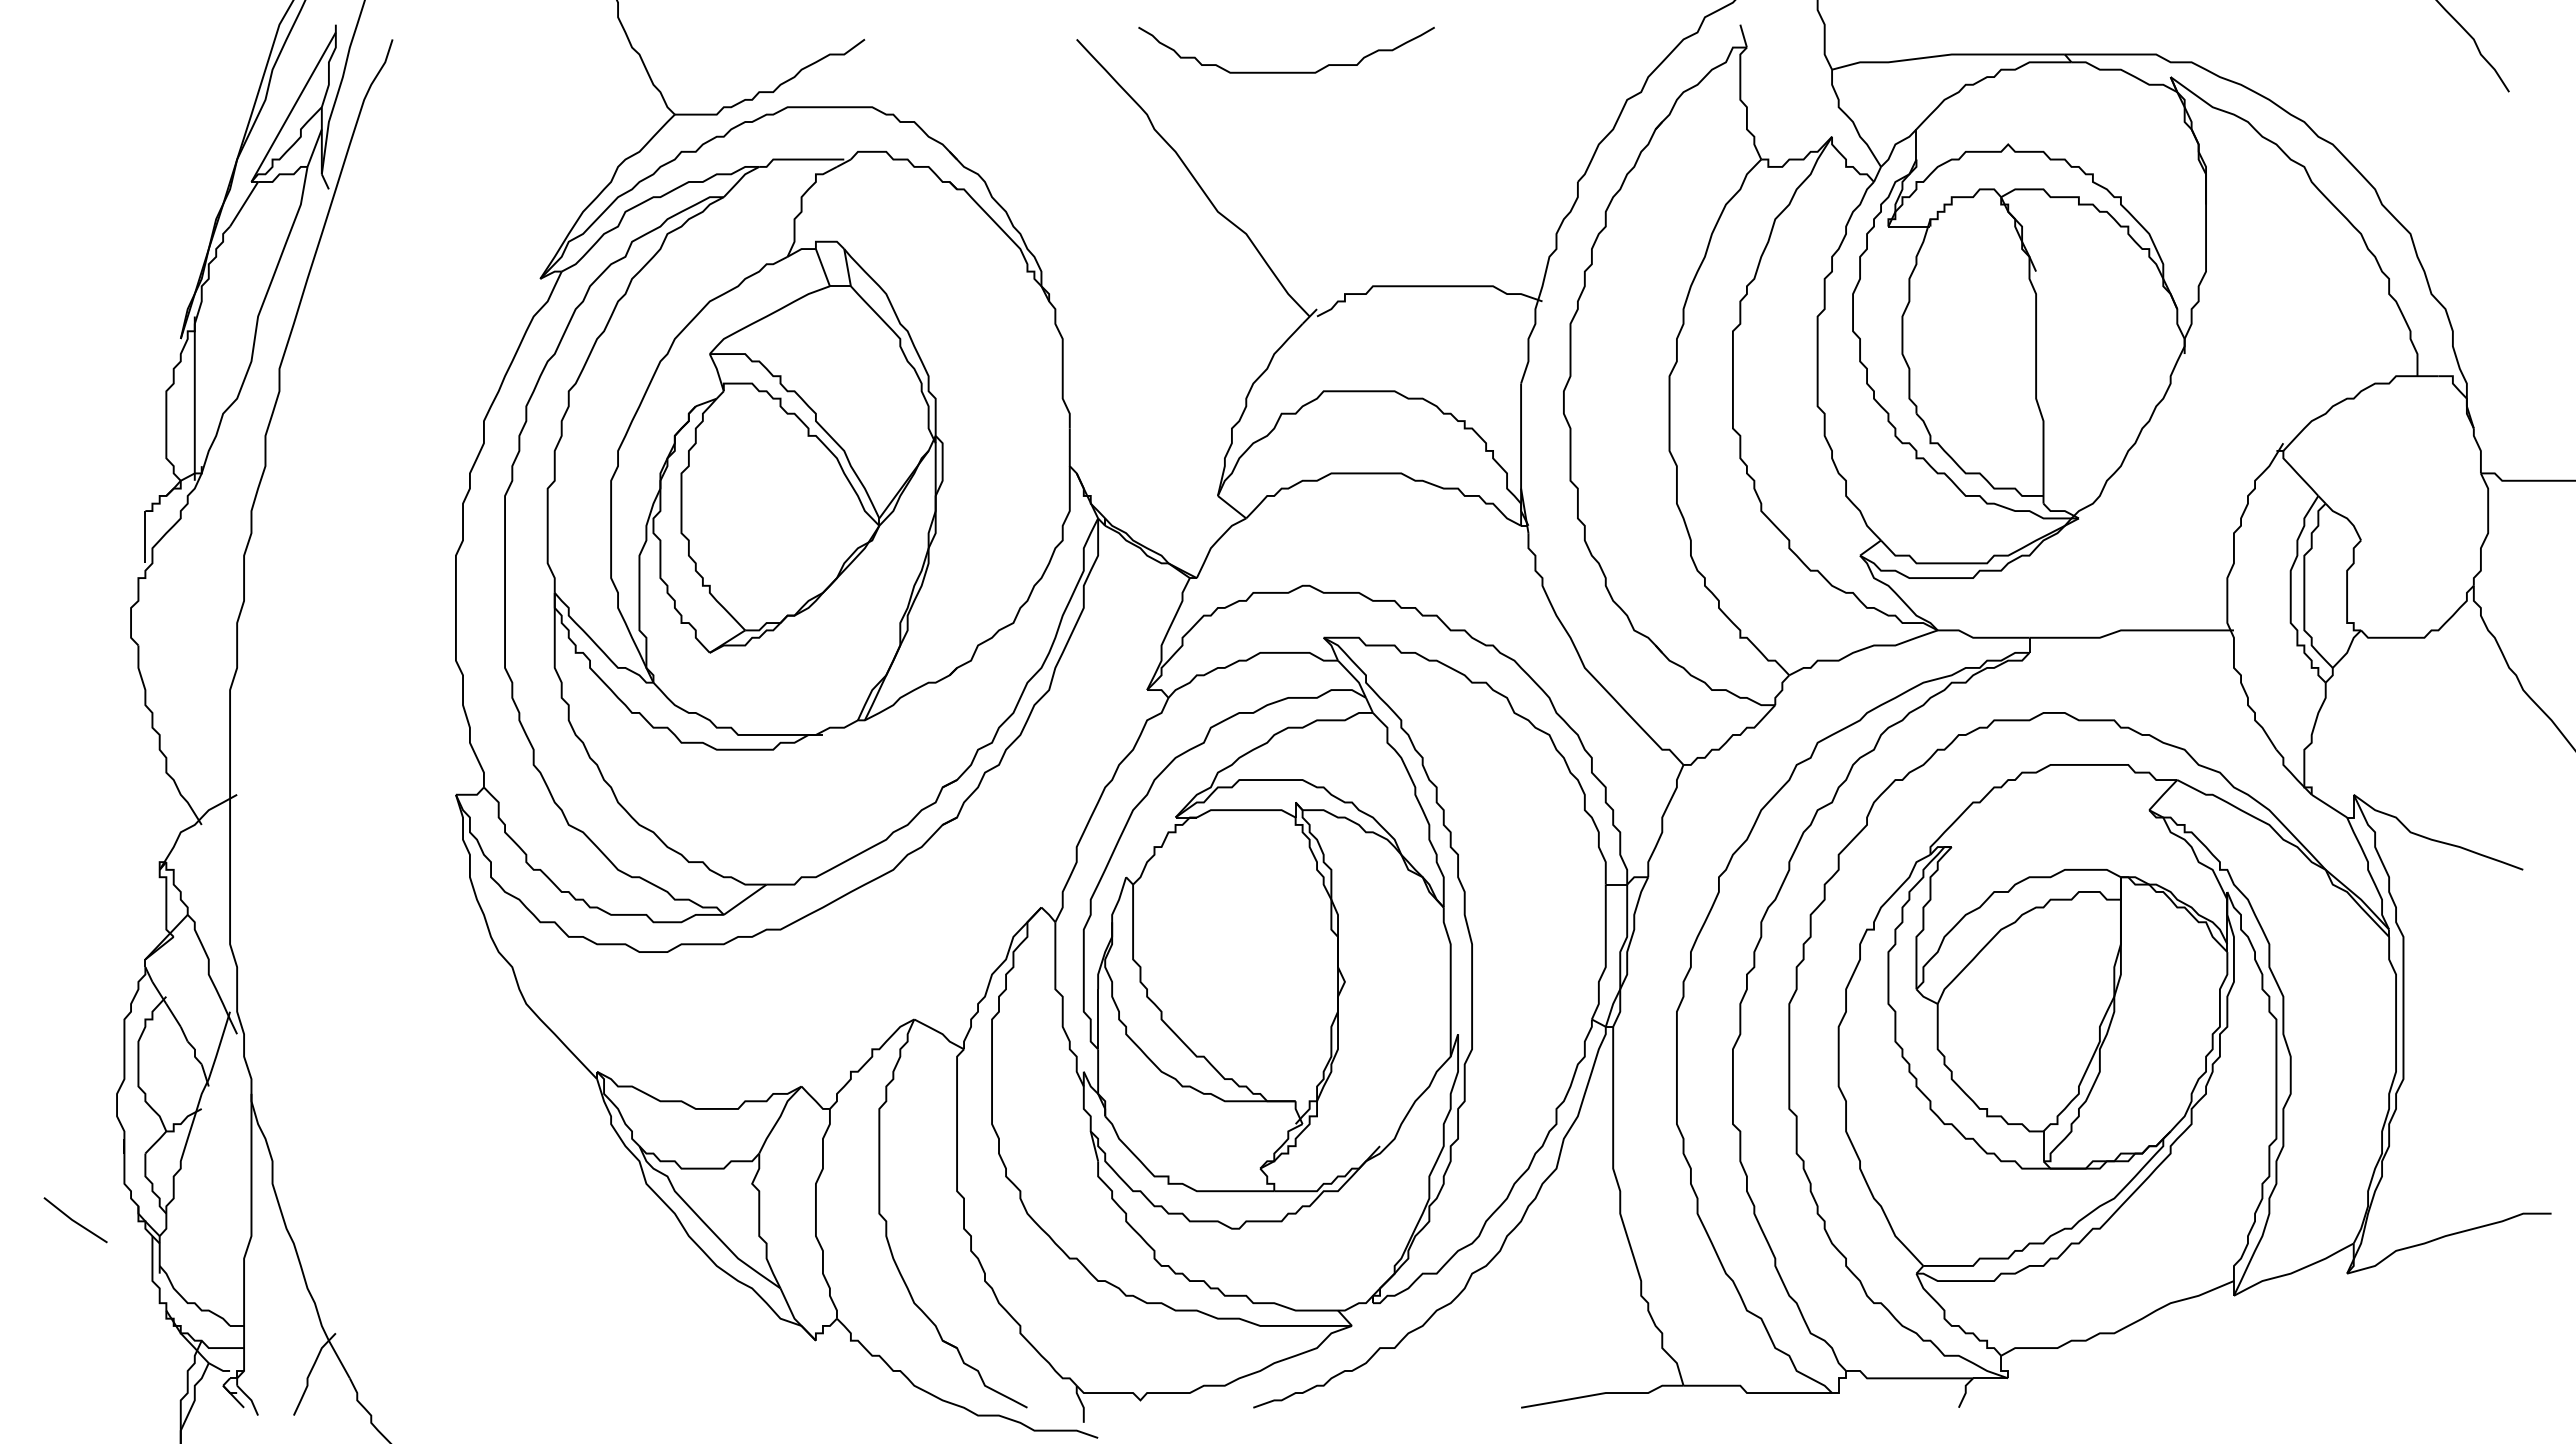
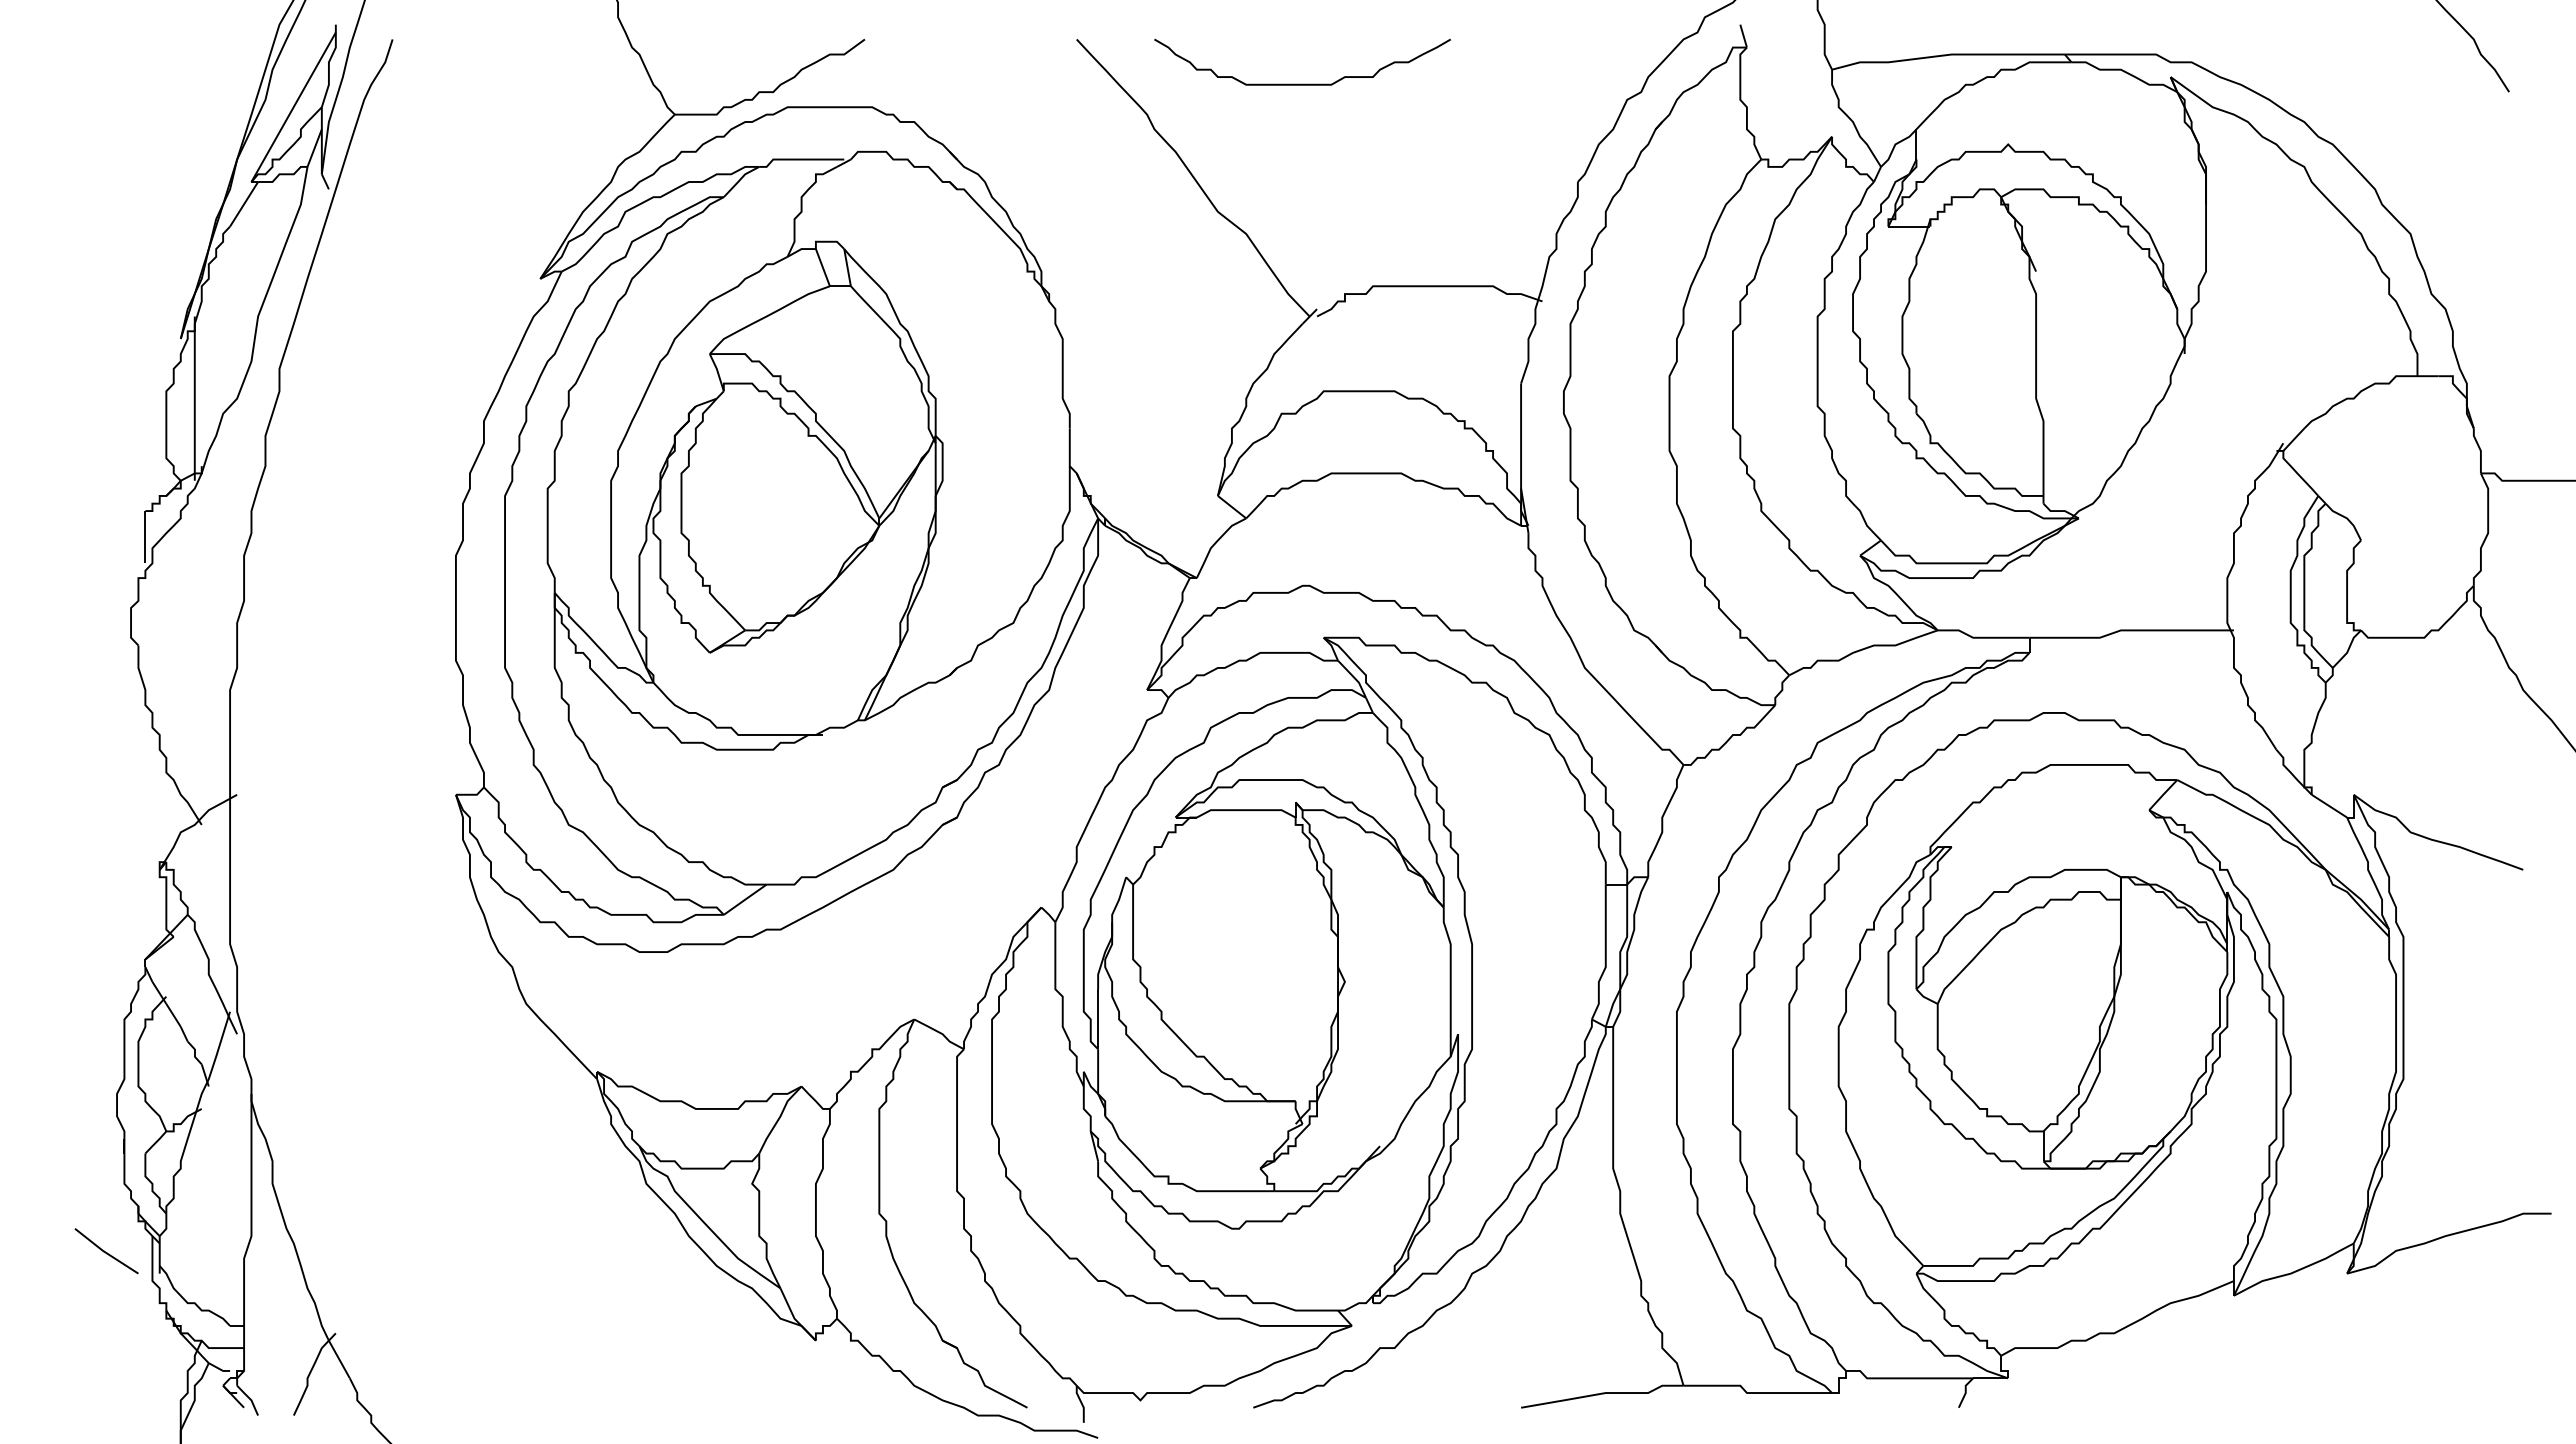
curve at (1286, 71) position: (1286, 71) -> (1302, 83)
line at (74, 1220) position: (74, 1220) -> (105, 1251)
